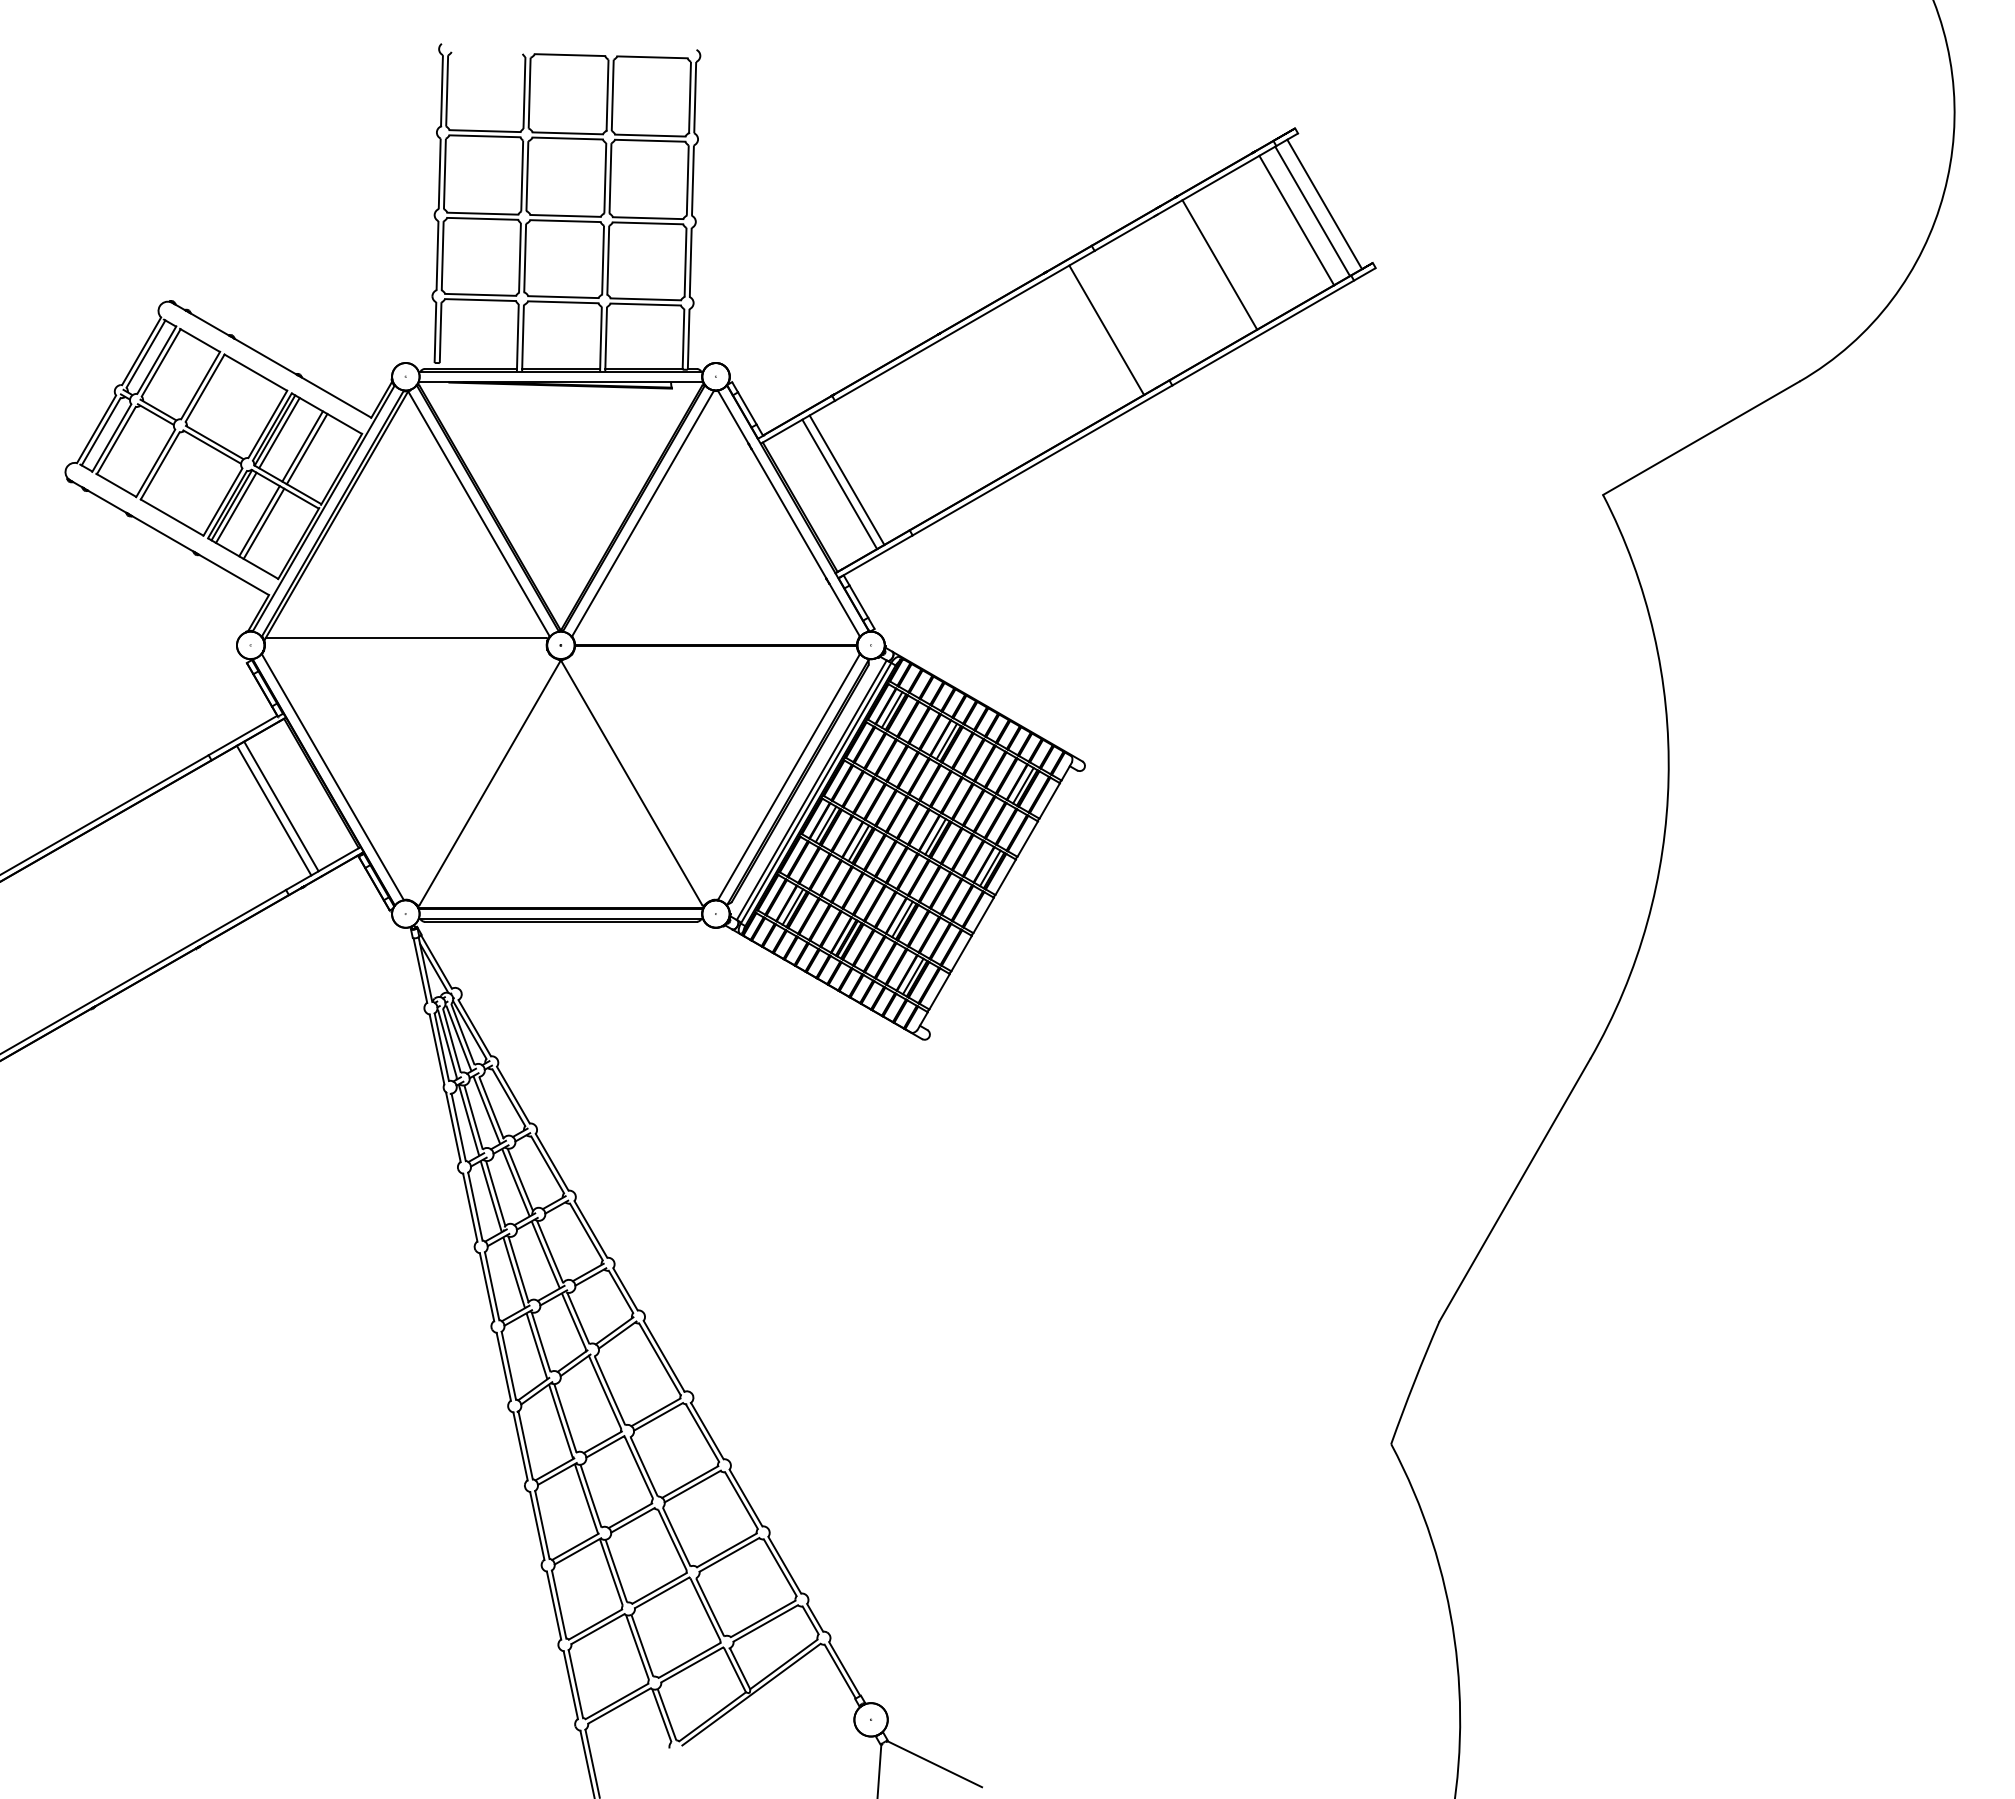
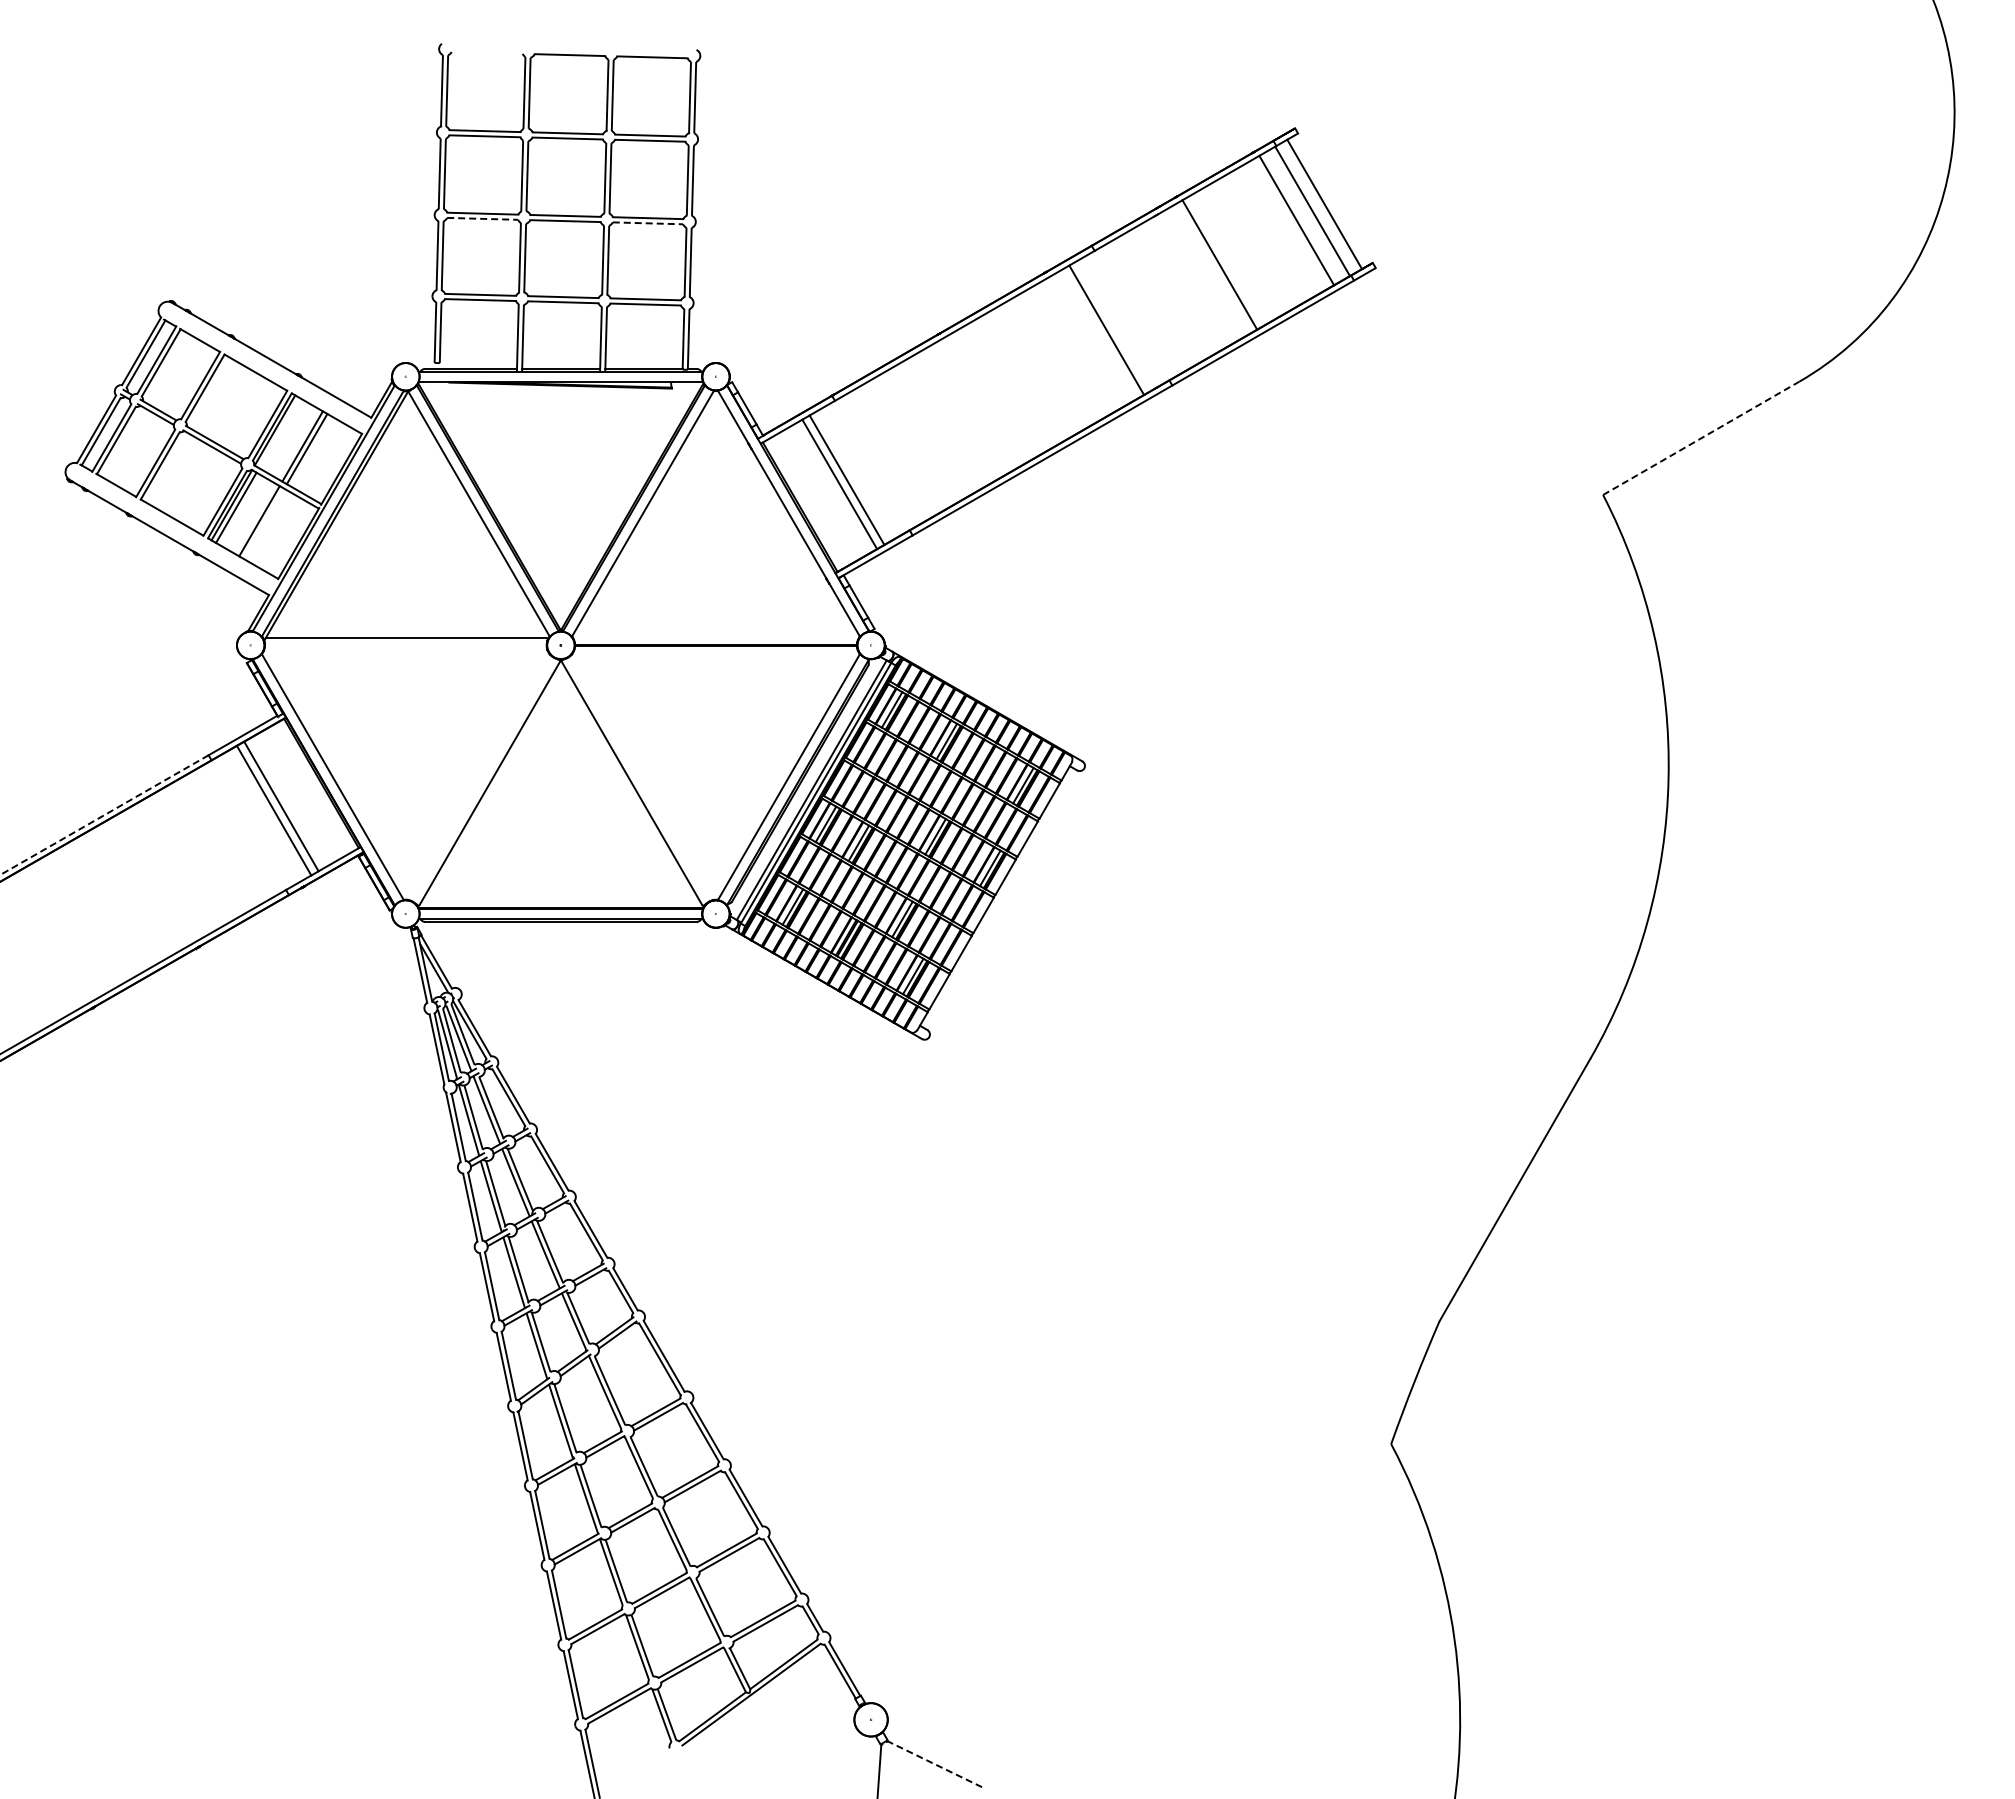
line at (482, 218): solid -> dashed
line at (648, 223): solid -> dashed
line at (279, 432): present -> none
line at (1701, 438): solid -> dashed
line at (263, 523): present -> none
line at (104, 814): solid -> dashed
line at (934, 1764): solid -> dashed
